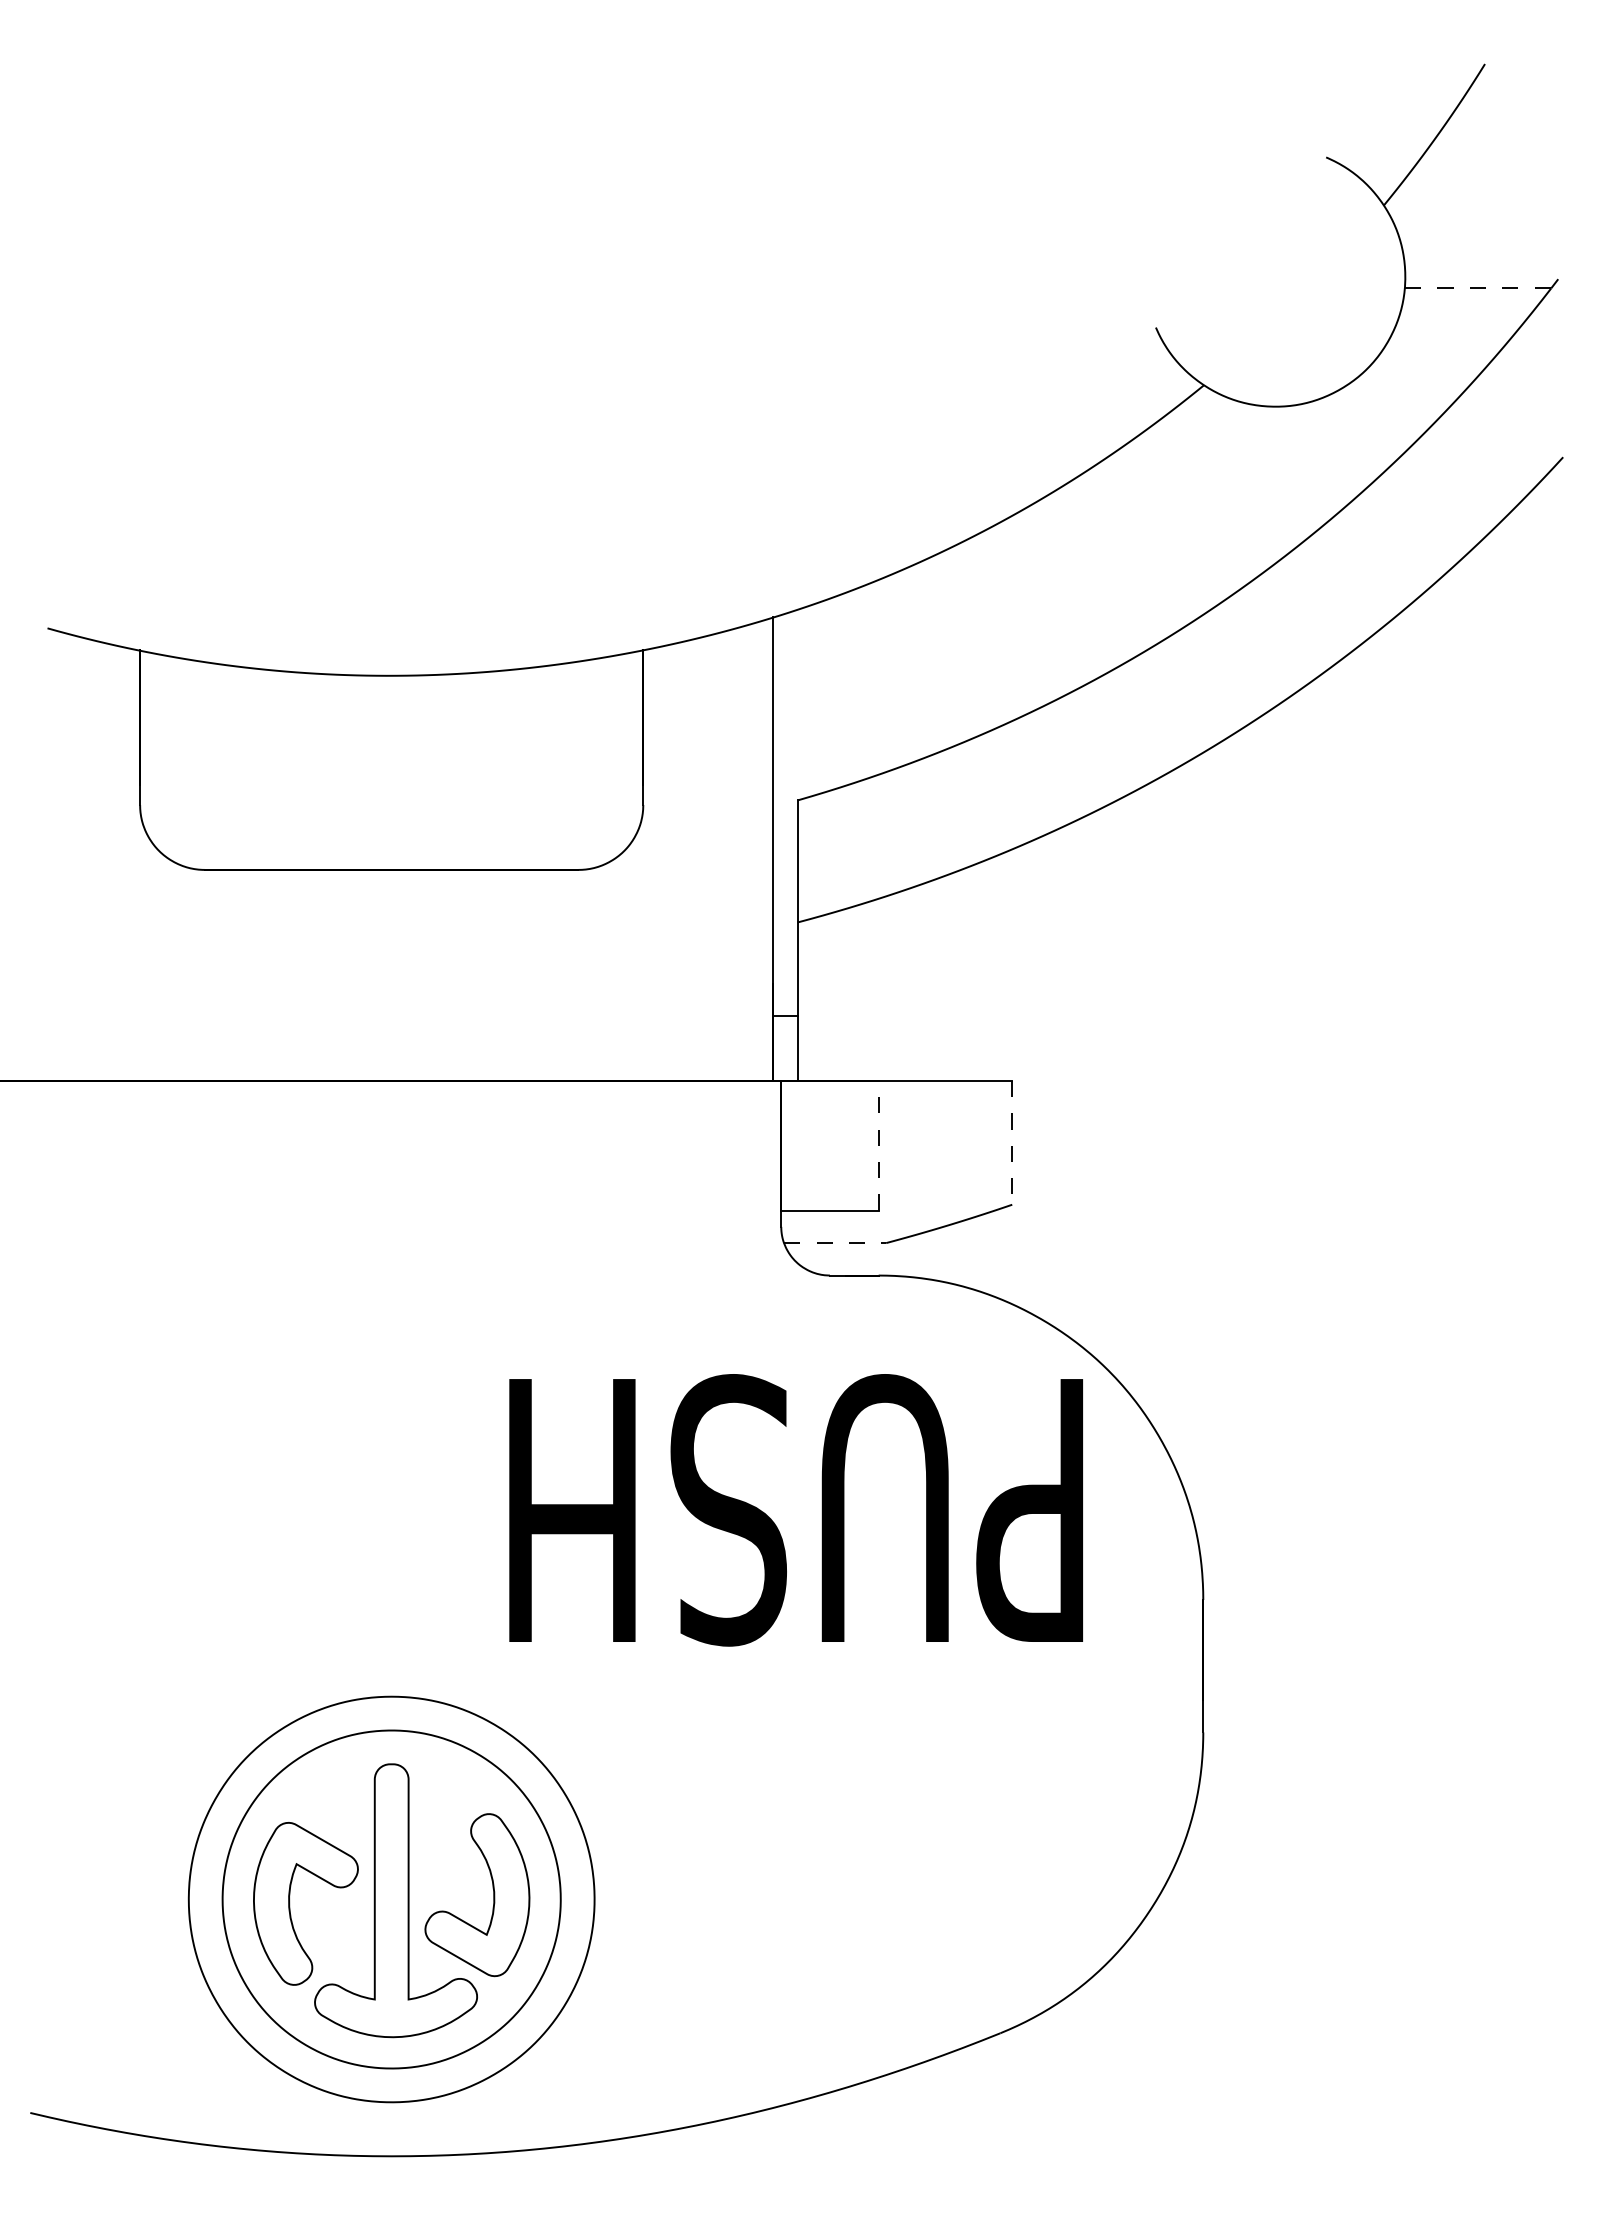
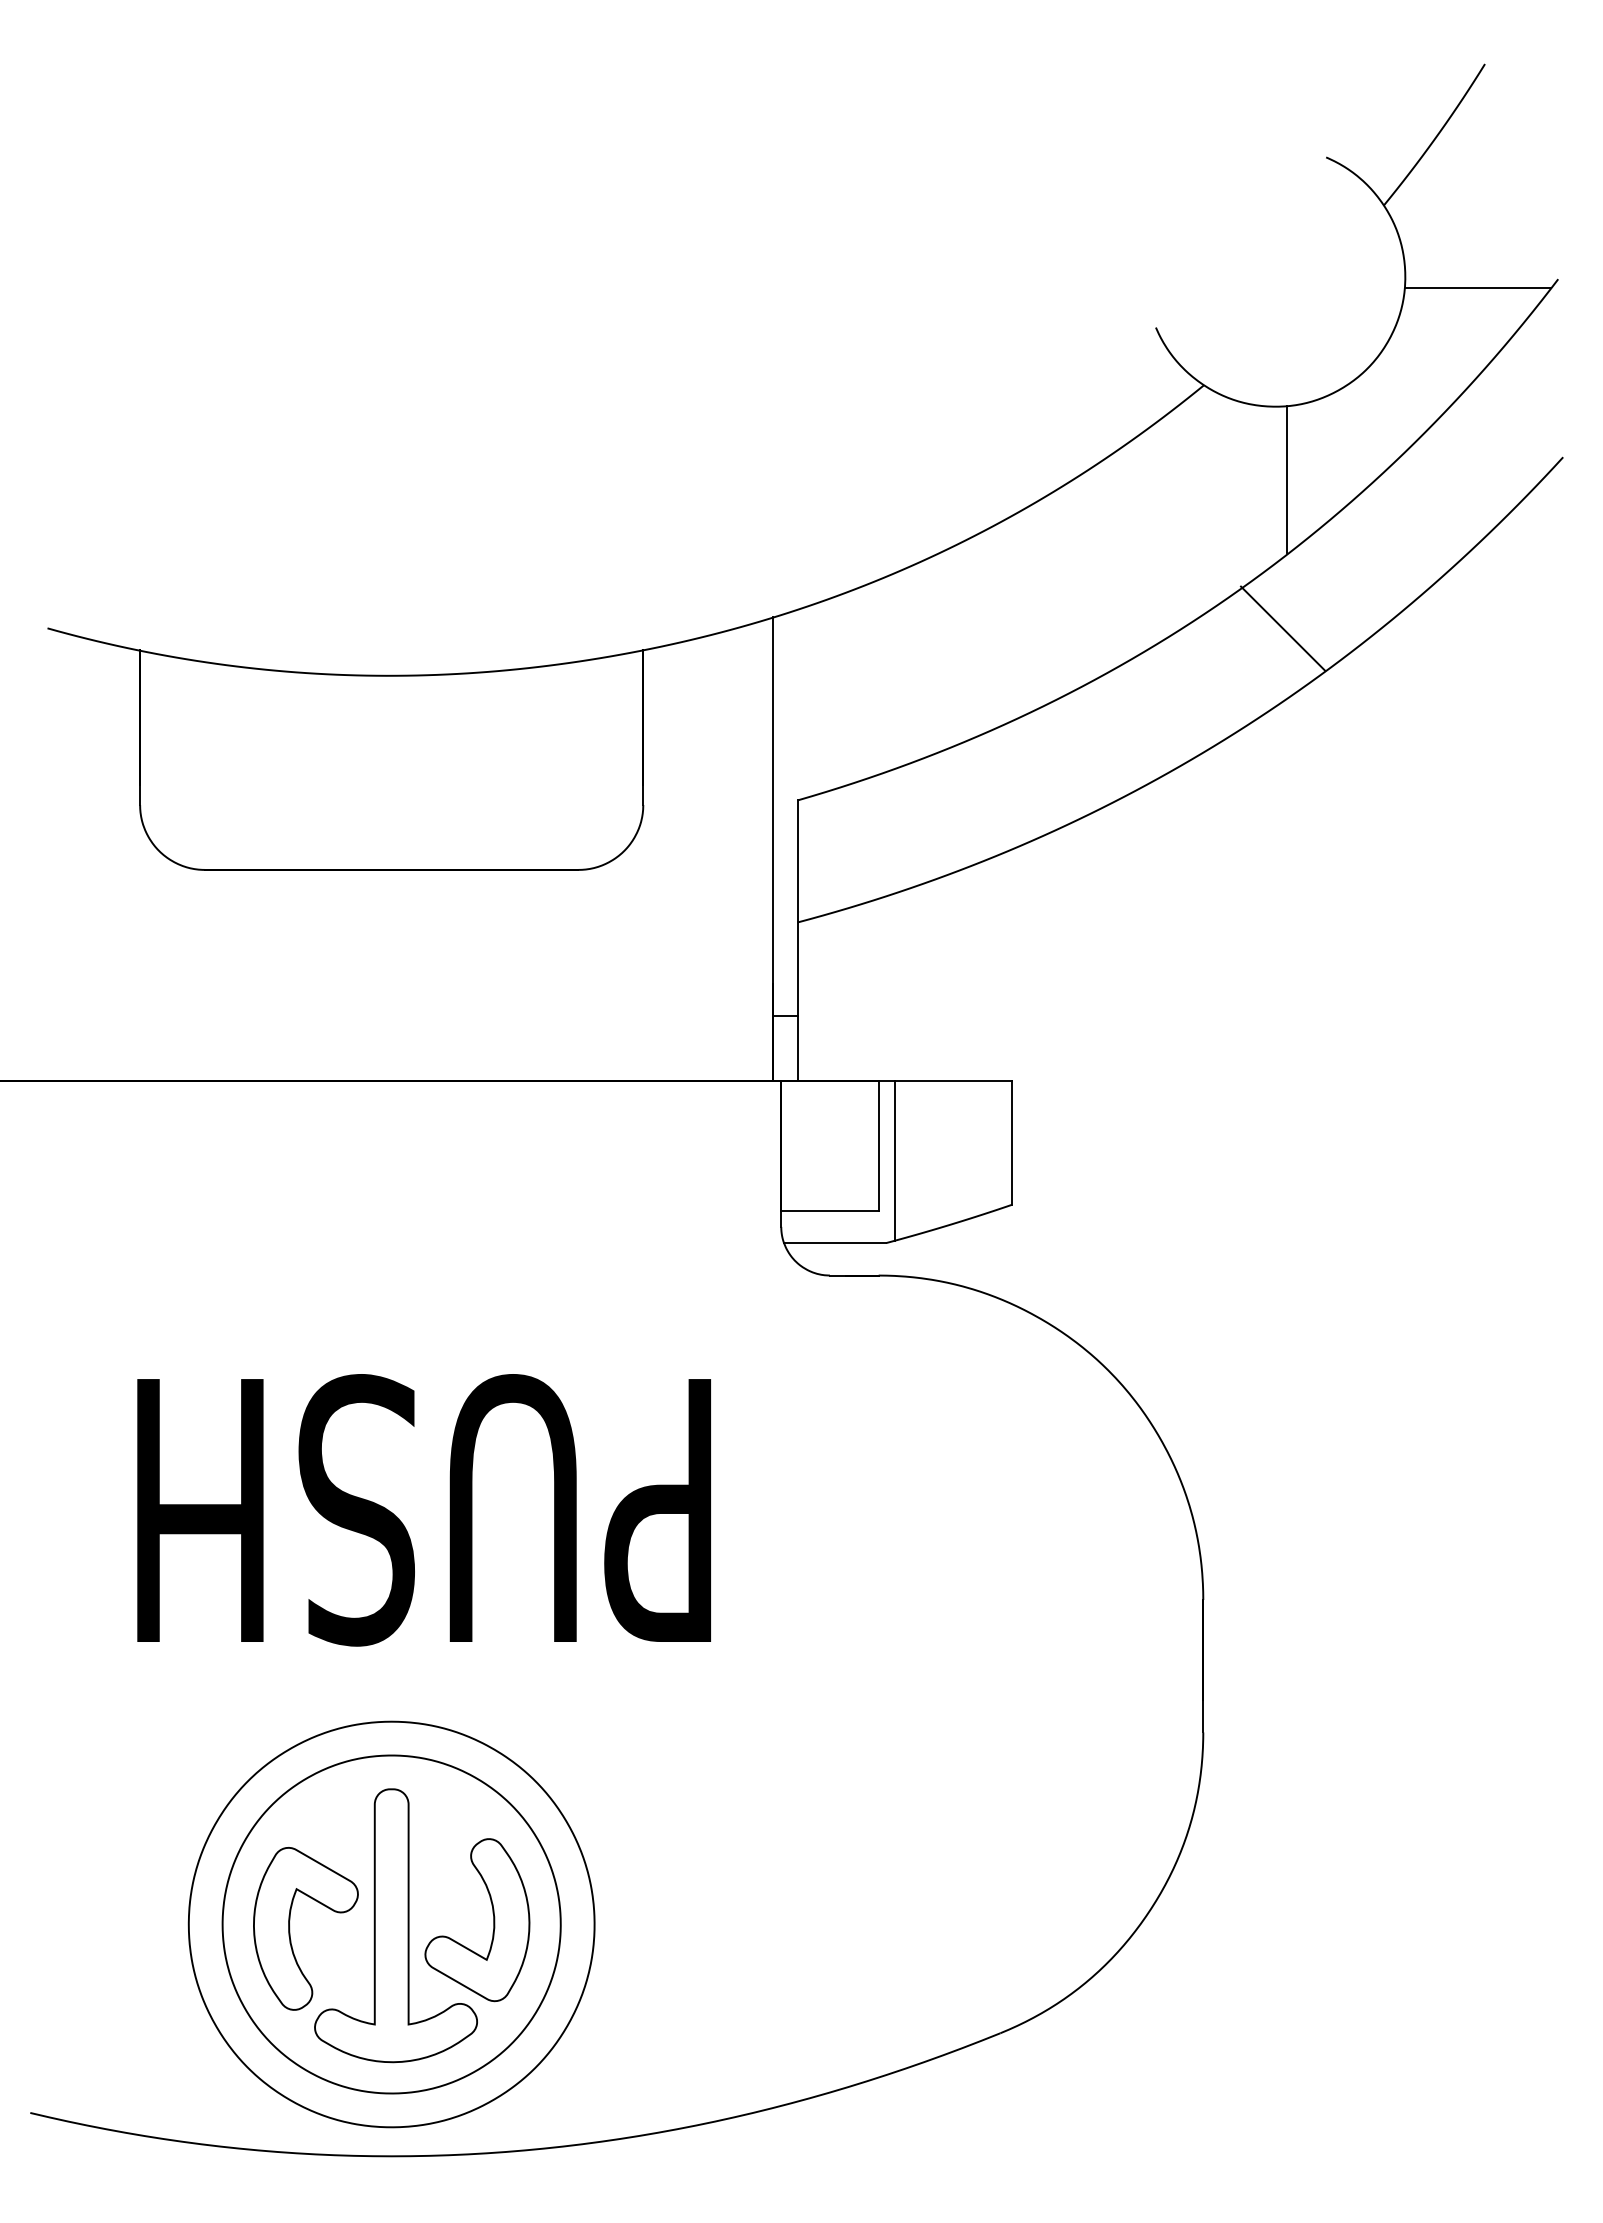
line at (1478, 288): dashed -> solid
line at (1286, 479): none -> present
line at (1282, 628): none -> present
line at (1012, 1142): dashed -> solid
line at (878, 1145): dashed -> solid
line at (894, 1160): none -> present
line at (835, 1243): dashed -> solid
text at (795, 1510) position: (795, 1510) -> (423, 1510)
part at (391, 1899) position: (391, 1899) -> (391, 1924)
